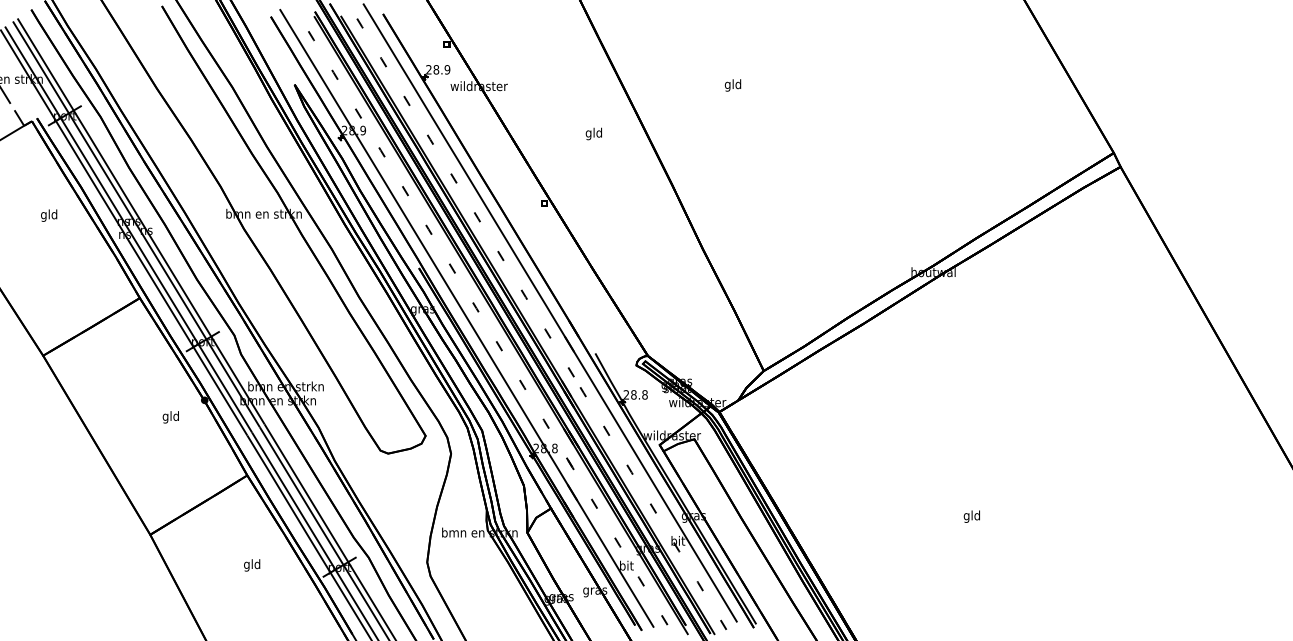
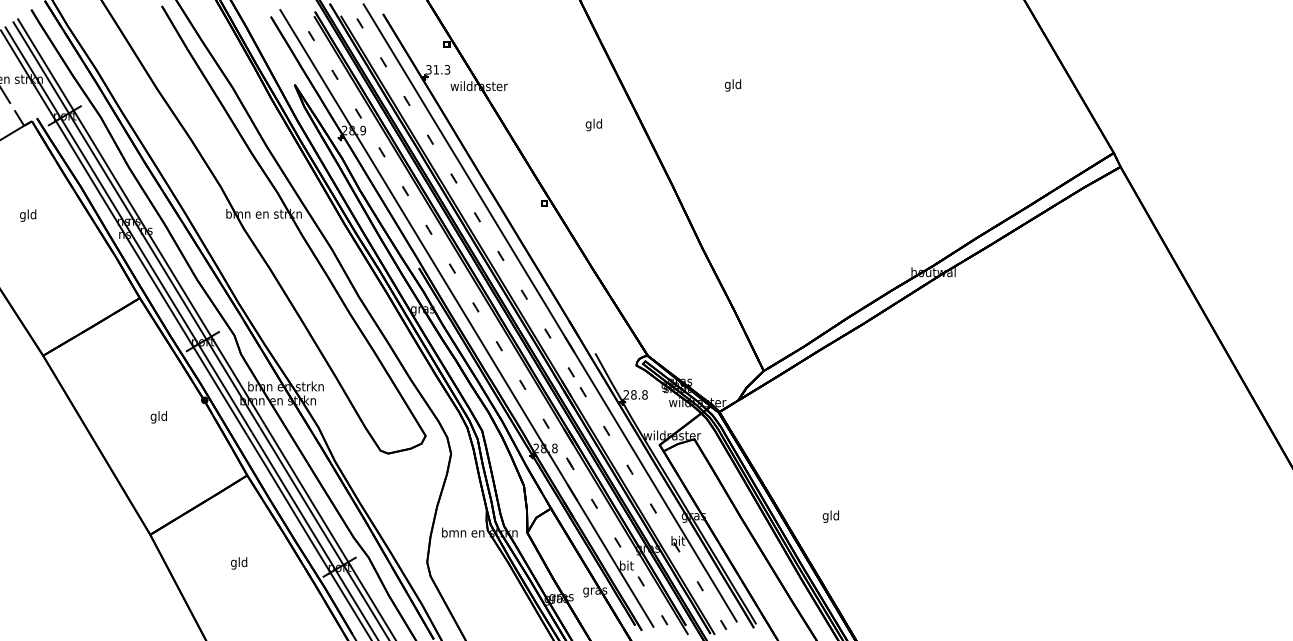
text at (438, 69): 28.9 -> 31.3
text at (593, 133) position: (593, 133) -> (593, 124)
text at (49, 215) position: (49, 215) -> (28, 215)
text at (170, 417) position: (170, 417) -> (158, 417)
text at (971, 516) position: (971, 516) -> (830, 516)
text at (252, 565) position: (252, 565) -> (239, 563)
